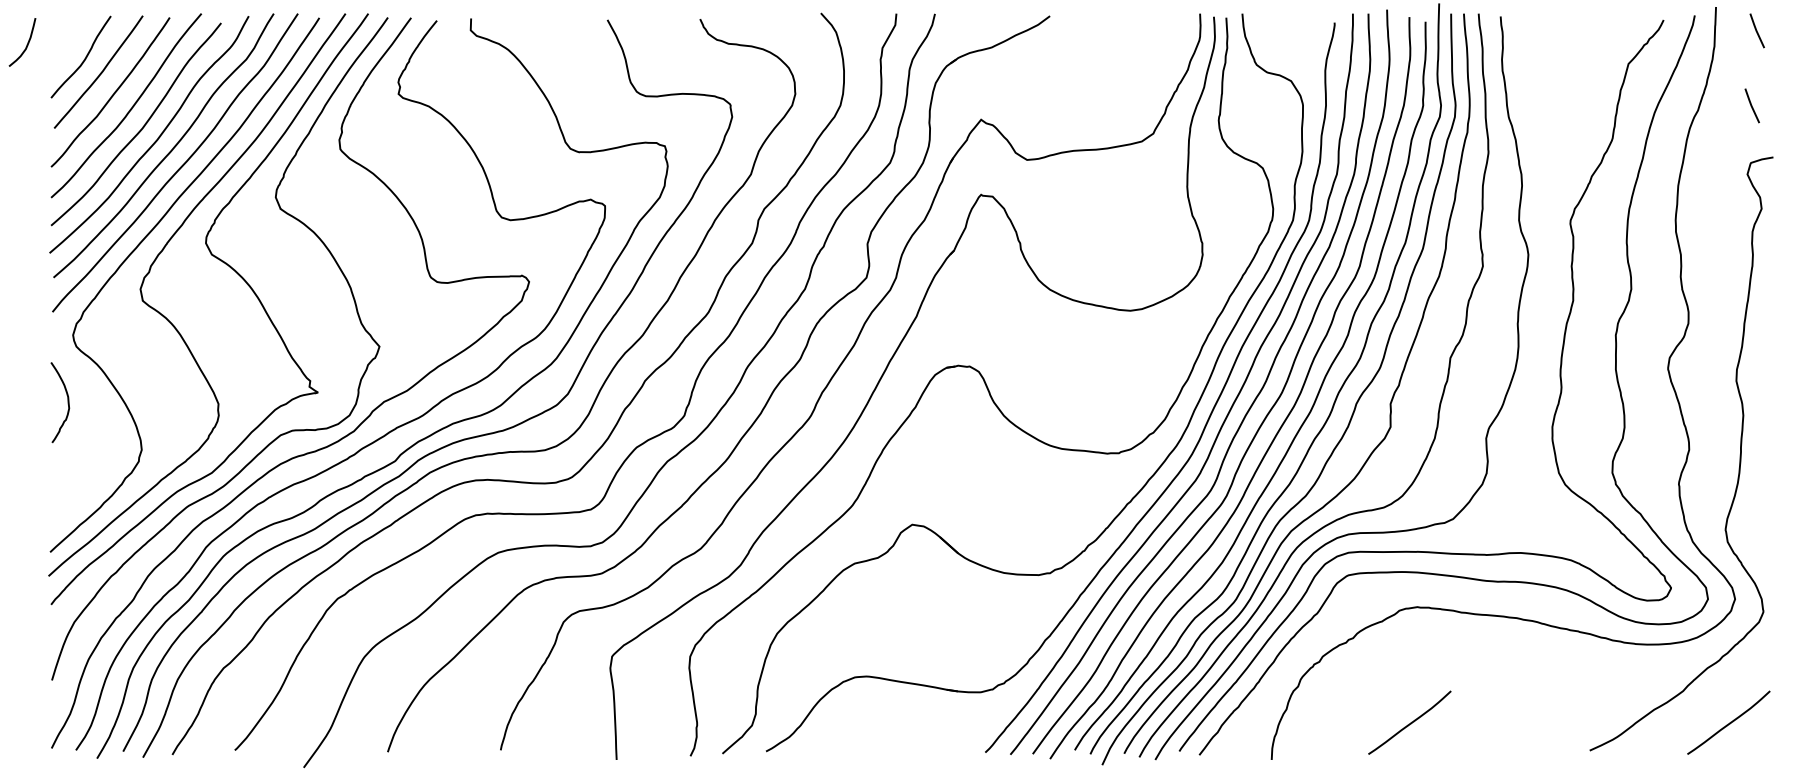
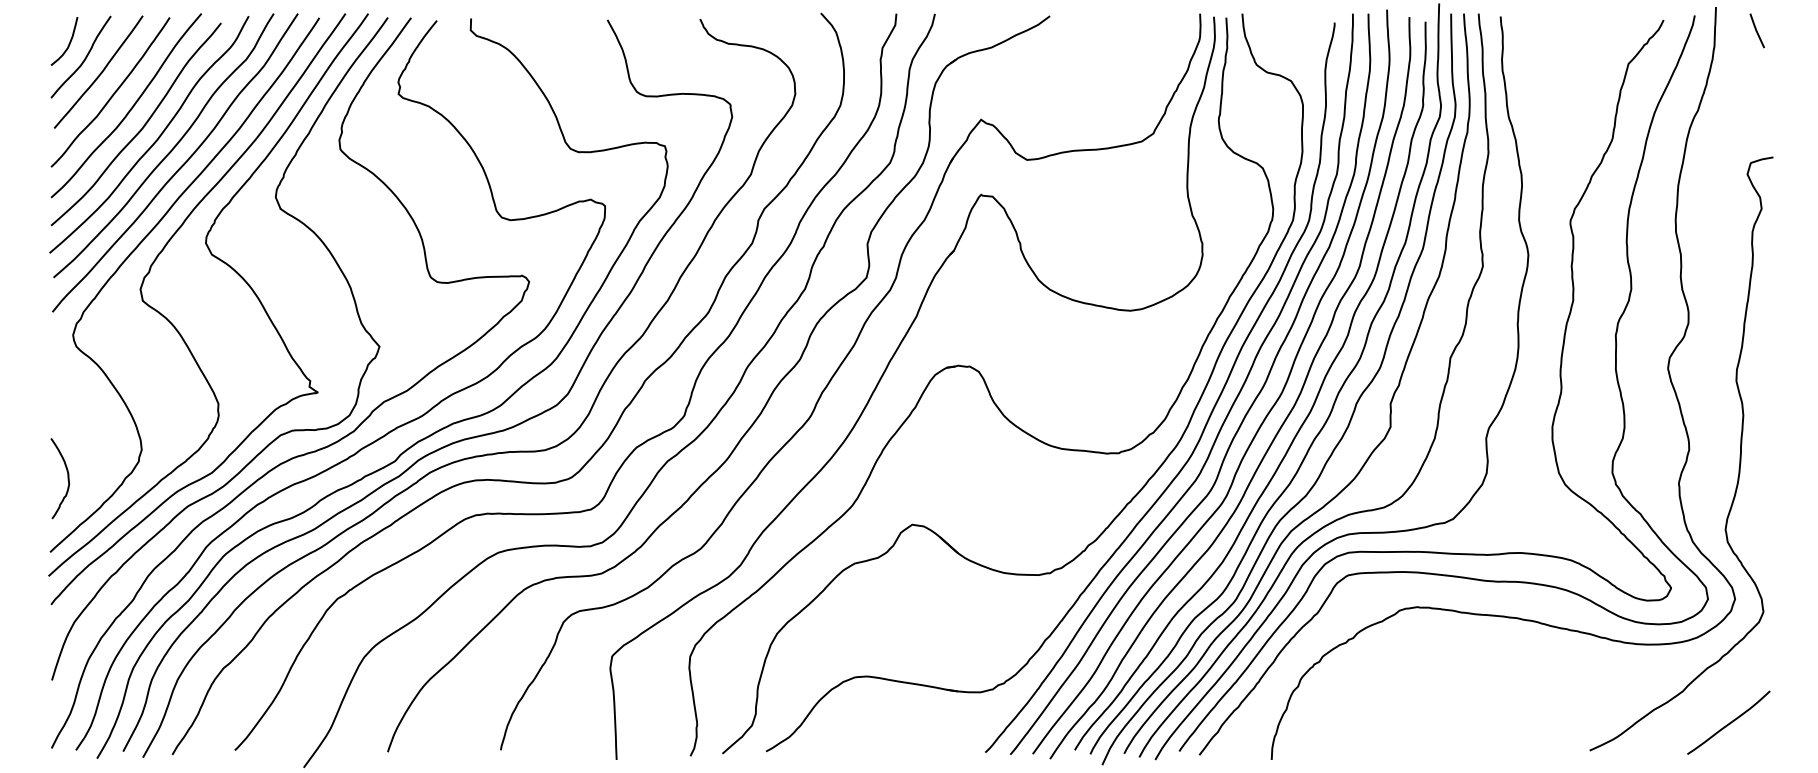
curve at (26, 44) position: (26, 44) -> (68, 43)
line at (1751, 105): present -> none
curve at (67, 402) position: (67, 402) -> (67, 478)
curve at (1410, 722): present -> none
